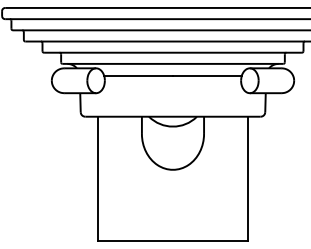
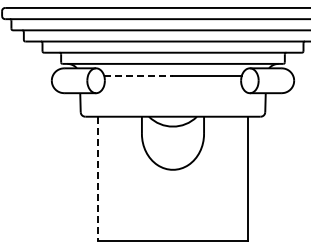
line at (139, 76): solid -> dashed
line at (98, 179): solid -> dashed
